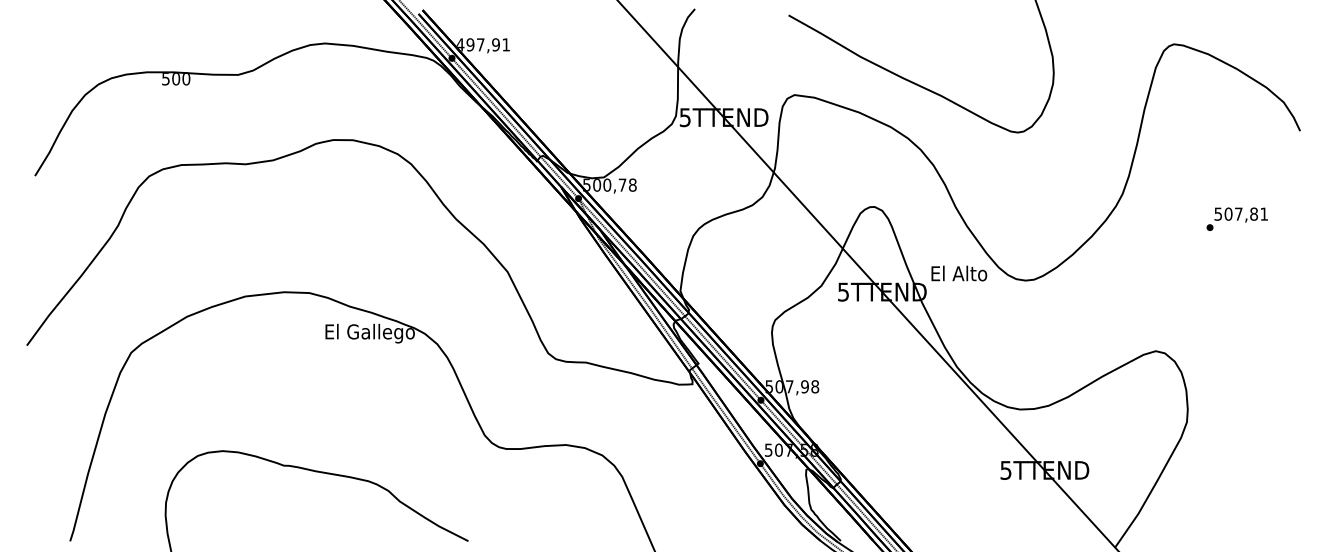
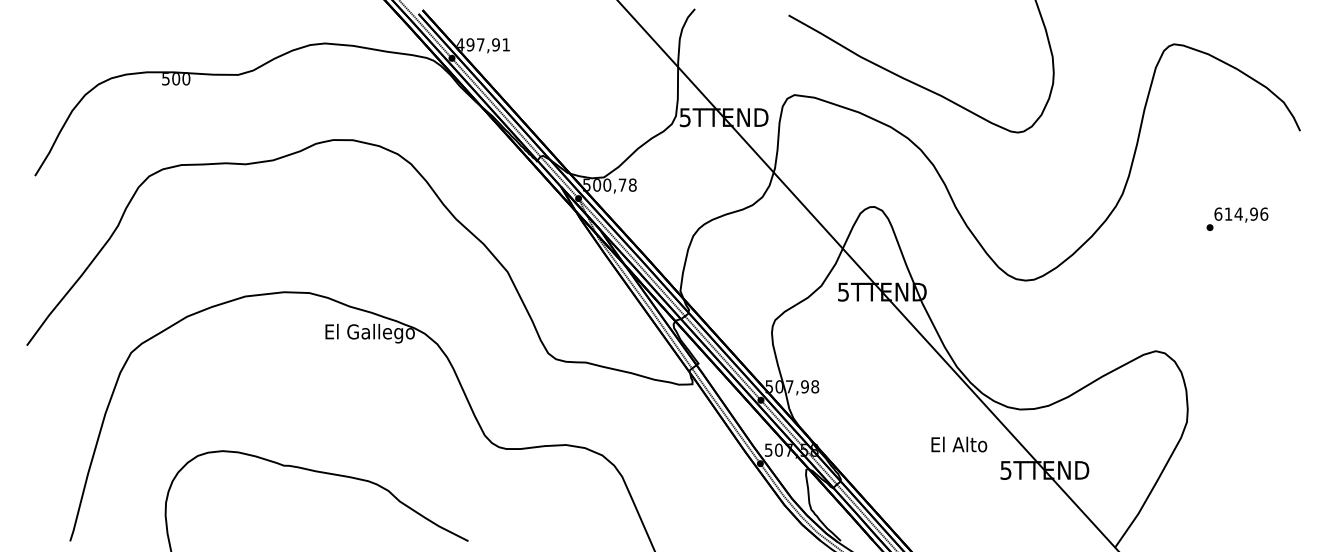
text at (1241, 213): 507,81 -> 614,96
text at (959, 273) position: (959, 273) -> (959, 444)
